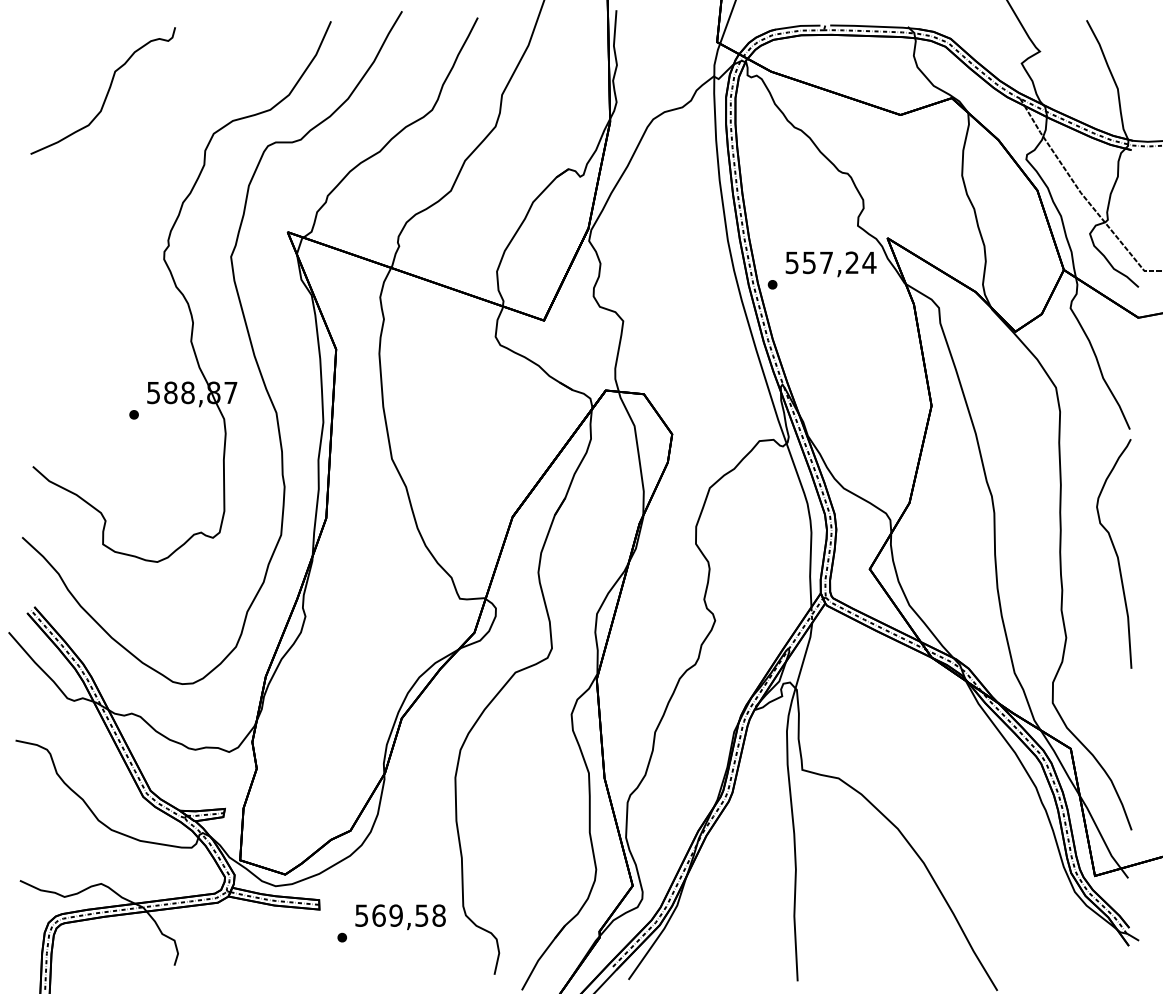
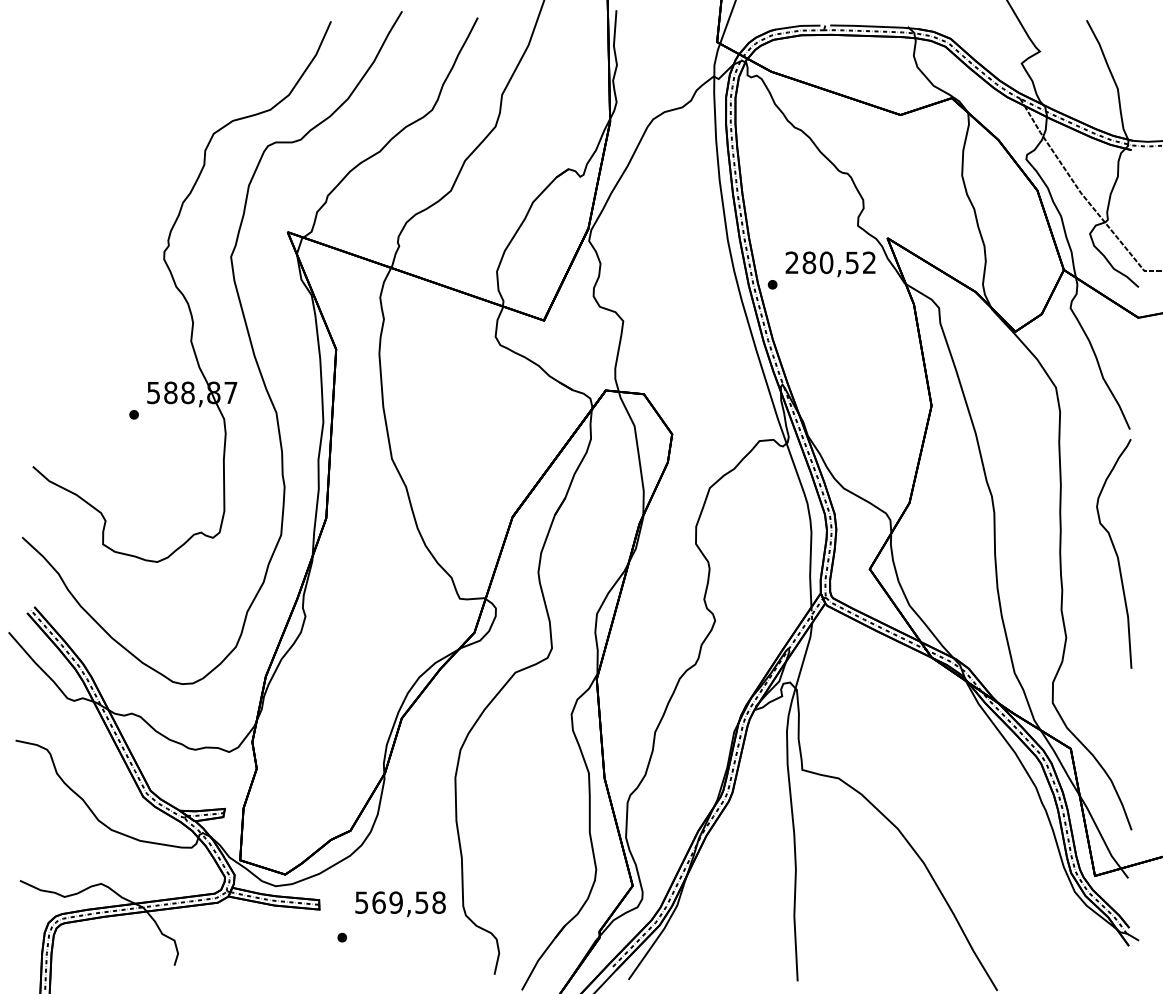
curve at (107, 90): present -> none
text at (830, 262): 557,24 -> 280,52
text at (400, 917) position: (400, 917) -> (400, 904)
